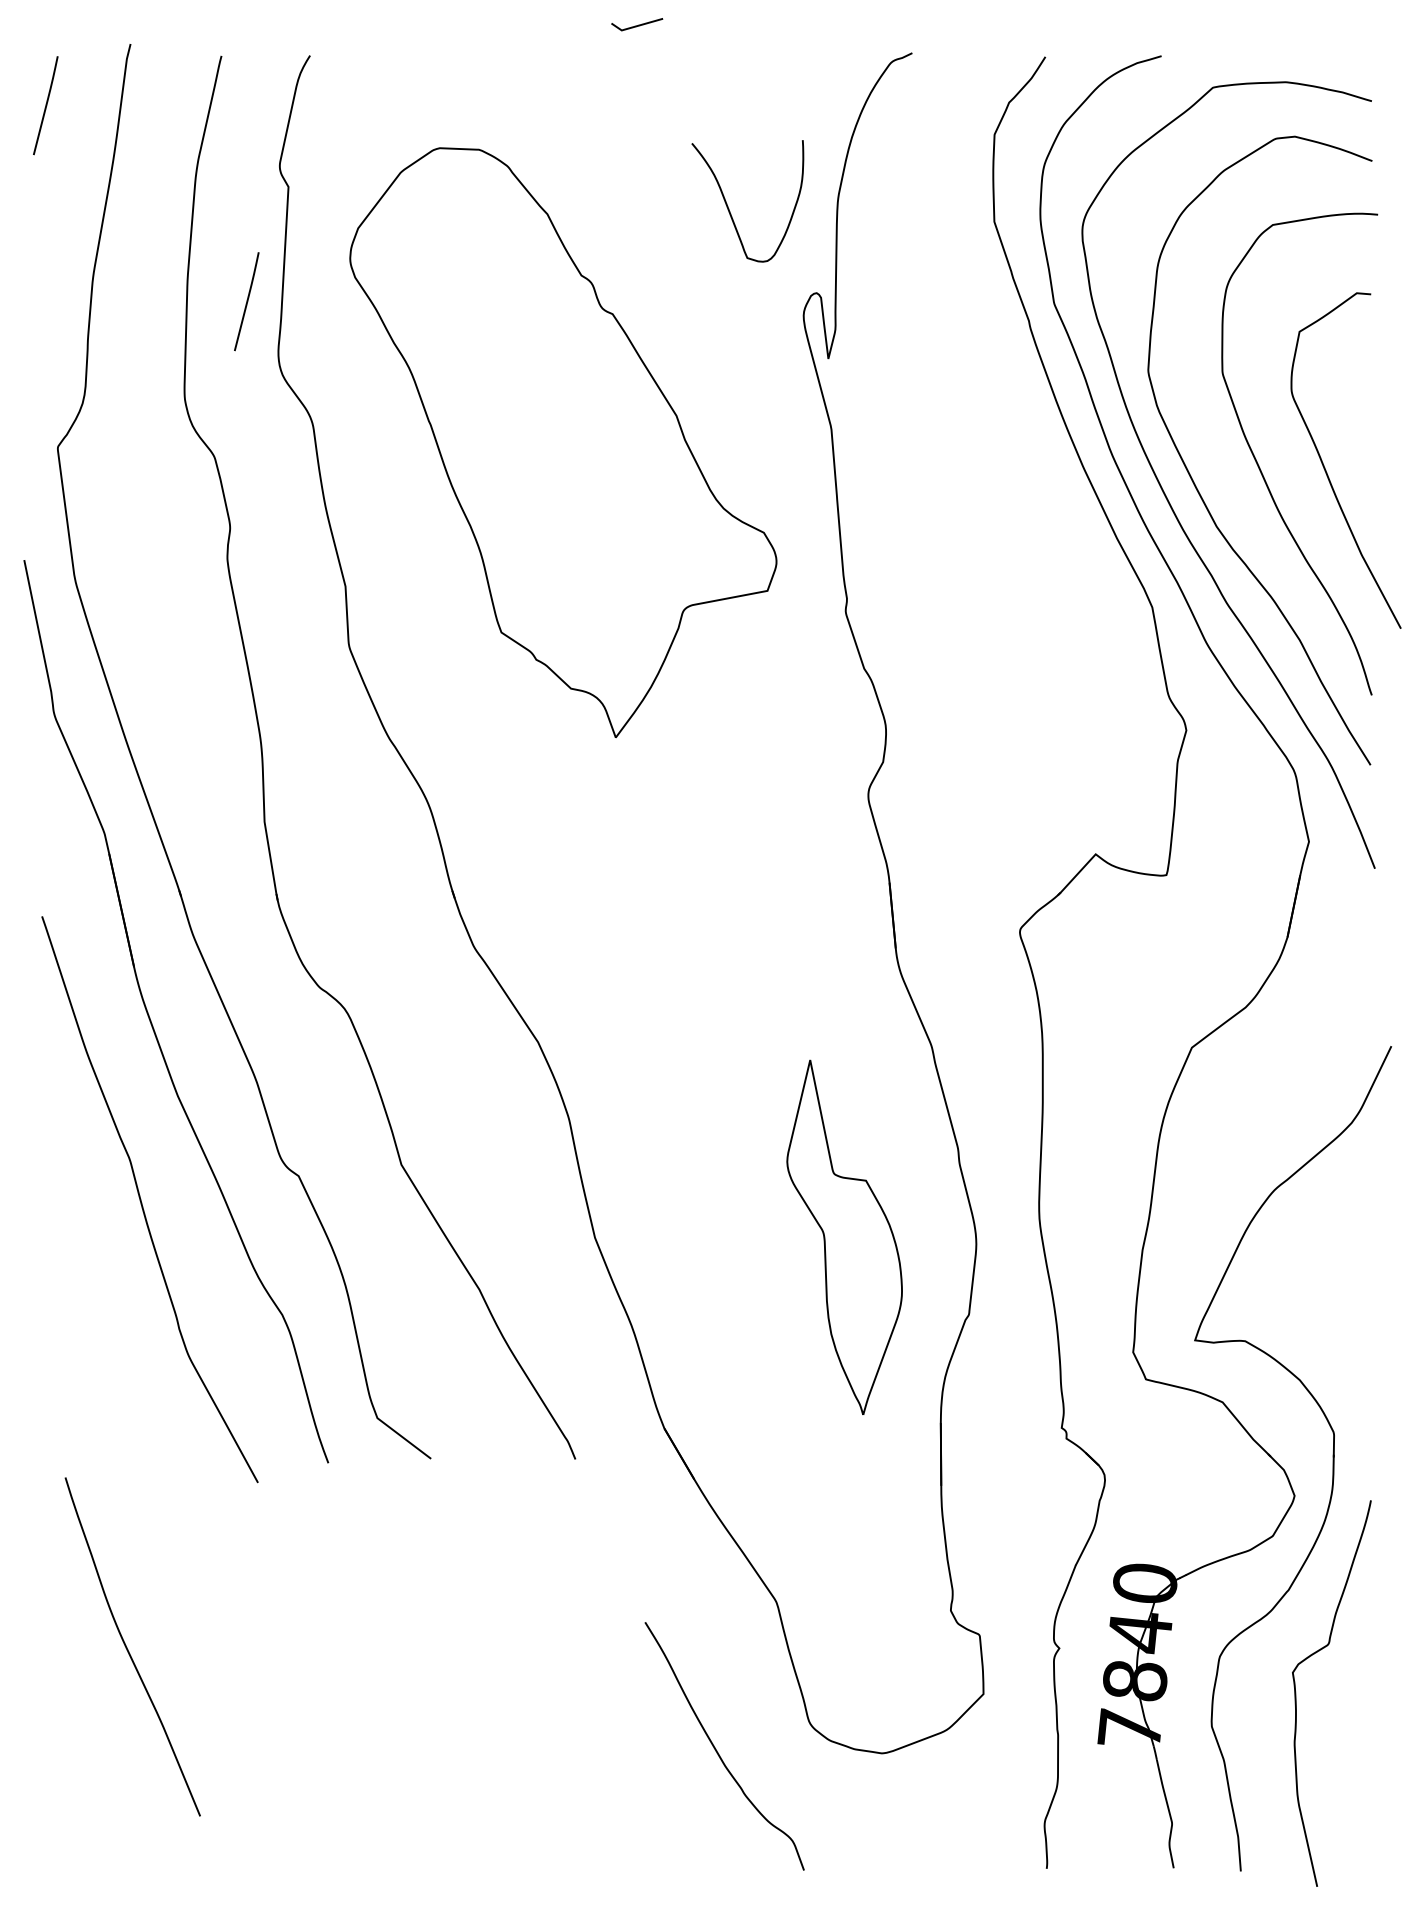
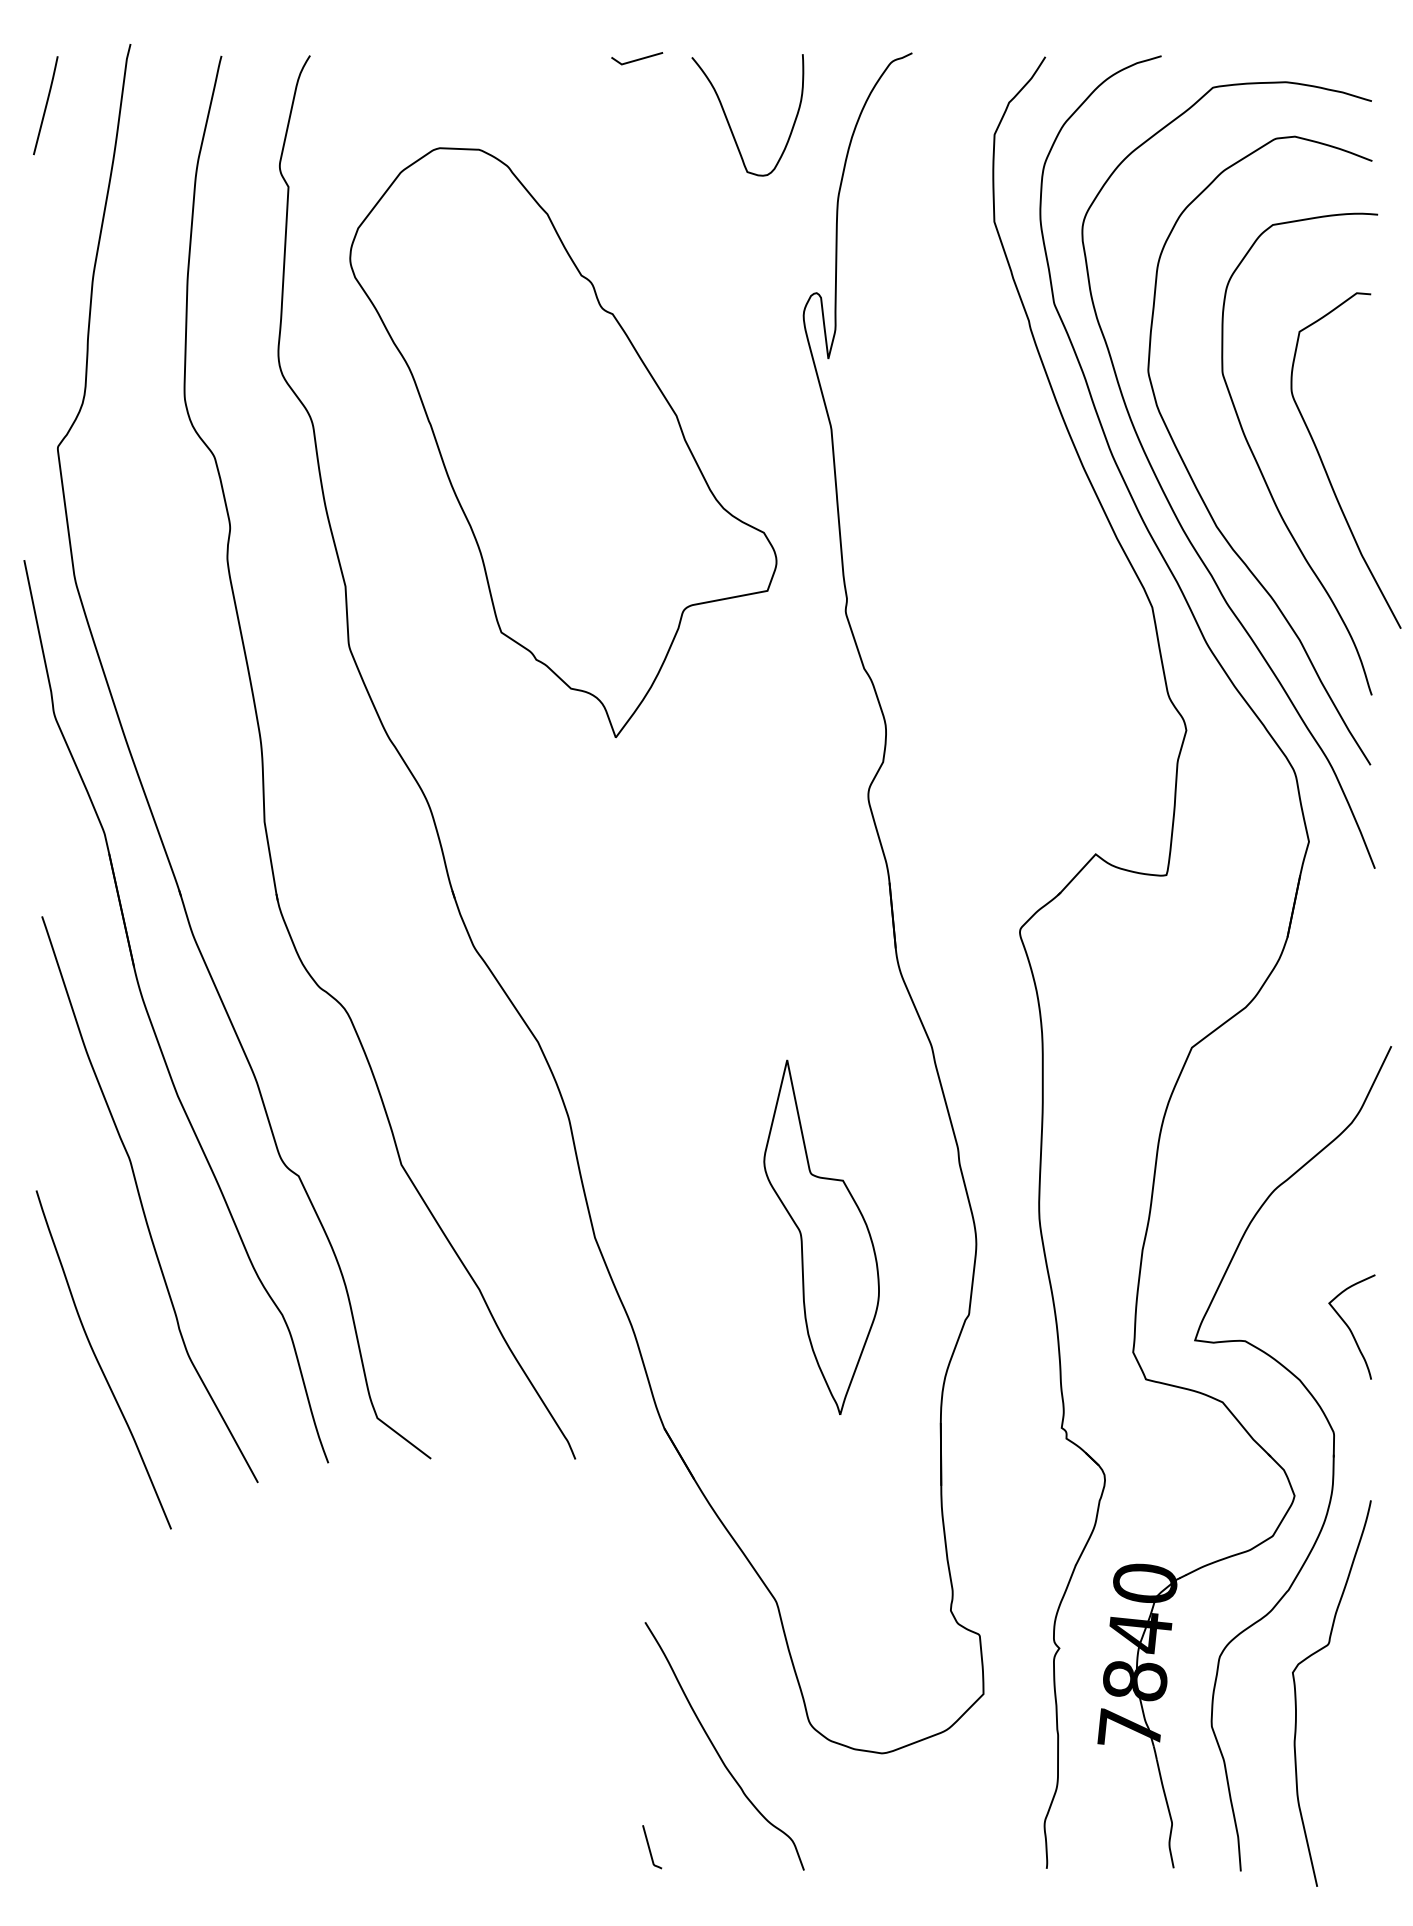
line at (638, 24) position: (638, 24) -> (638, 58)
curve at (729, 208) position: (729, 208) -> (729, 122)
line at (246, 301): present -> none
part at (844, 1236) position: (844, 1236) -> (821, 1236)
curve at (1349, 1327): none -> present
curve at (128, 1649) position: (128, 1649) -> (99, 1362)
curve at (650, 1848): none -> present
